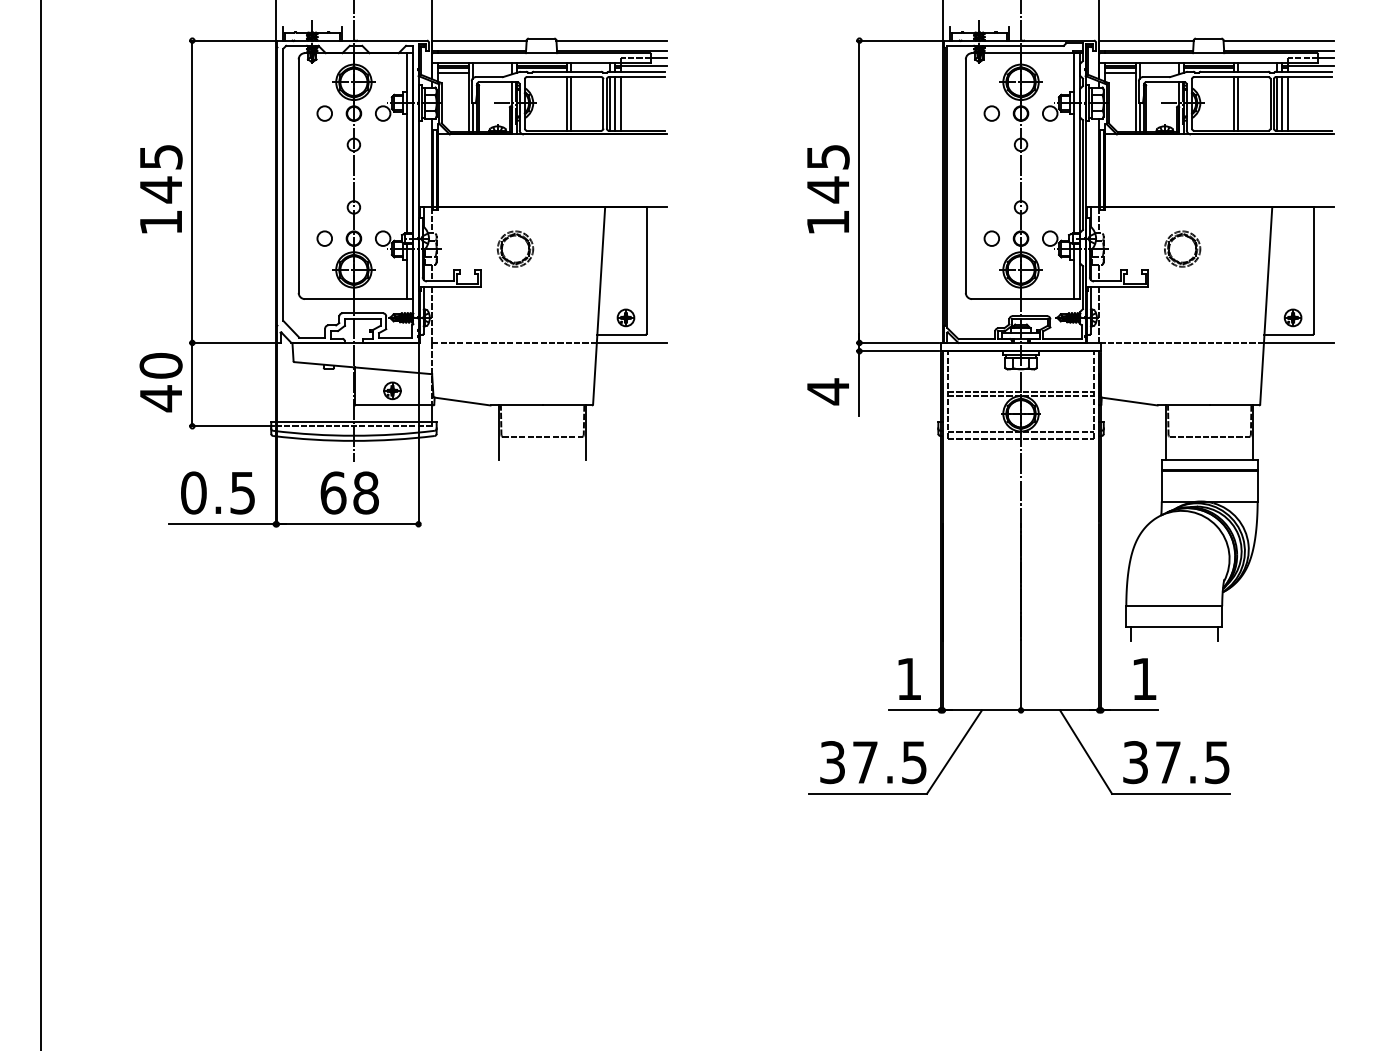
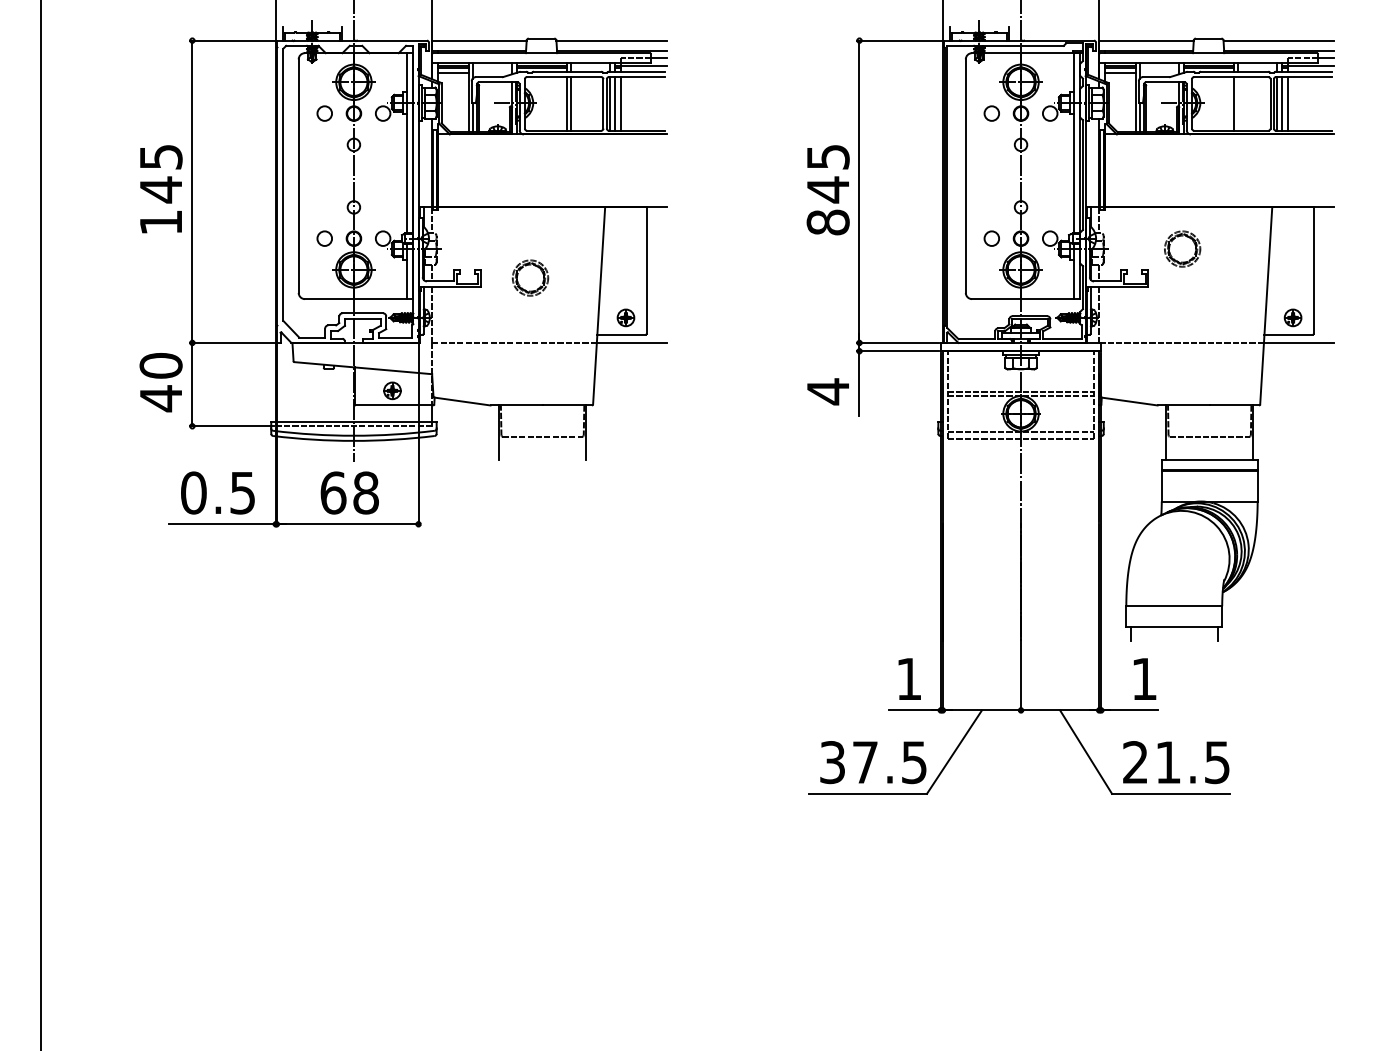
line at (1237, 103): present -> none
text at (827, 222): 145 -> 845
part at (515, 248) position: (515, 248) -> (530, 277)
text at (1151, 762): 37.5 -> 21.5
